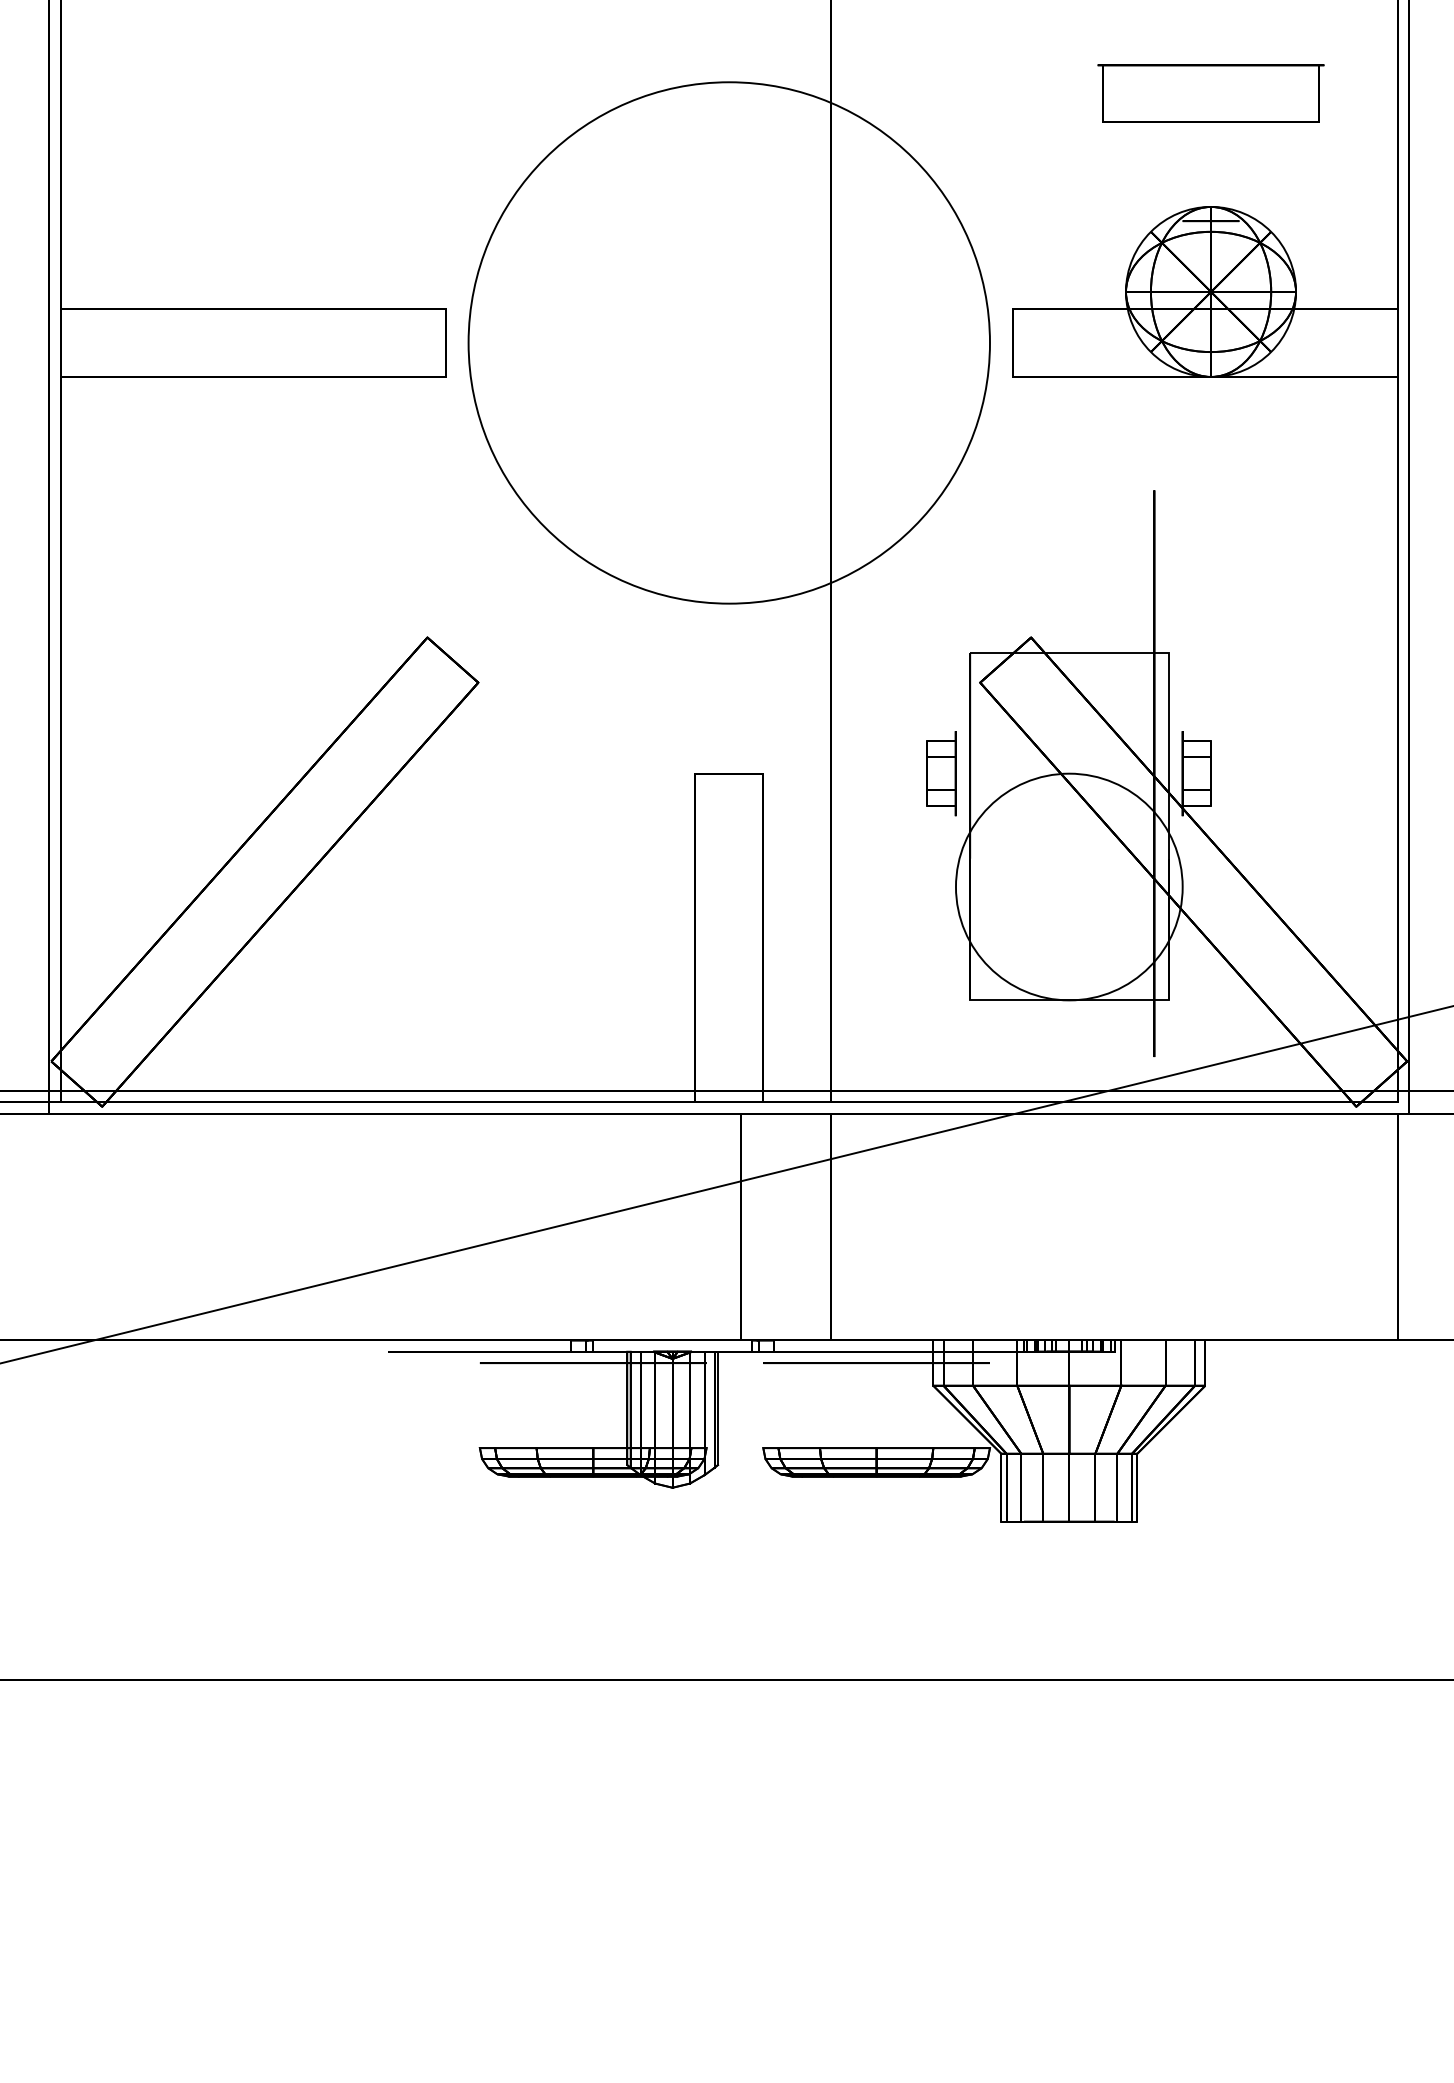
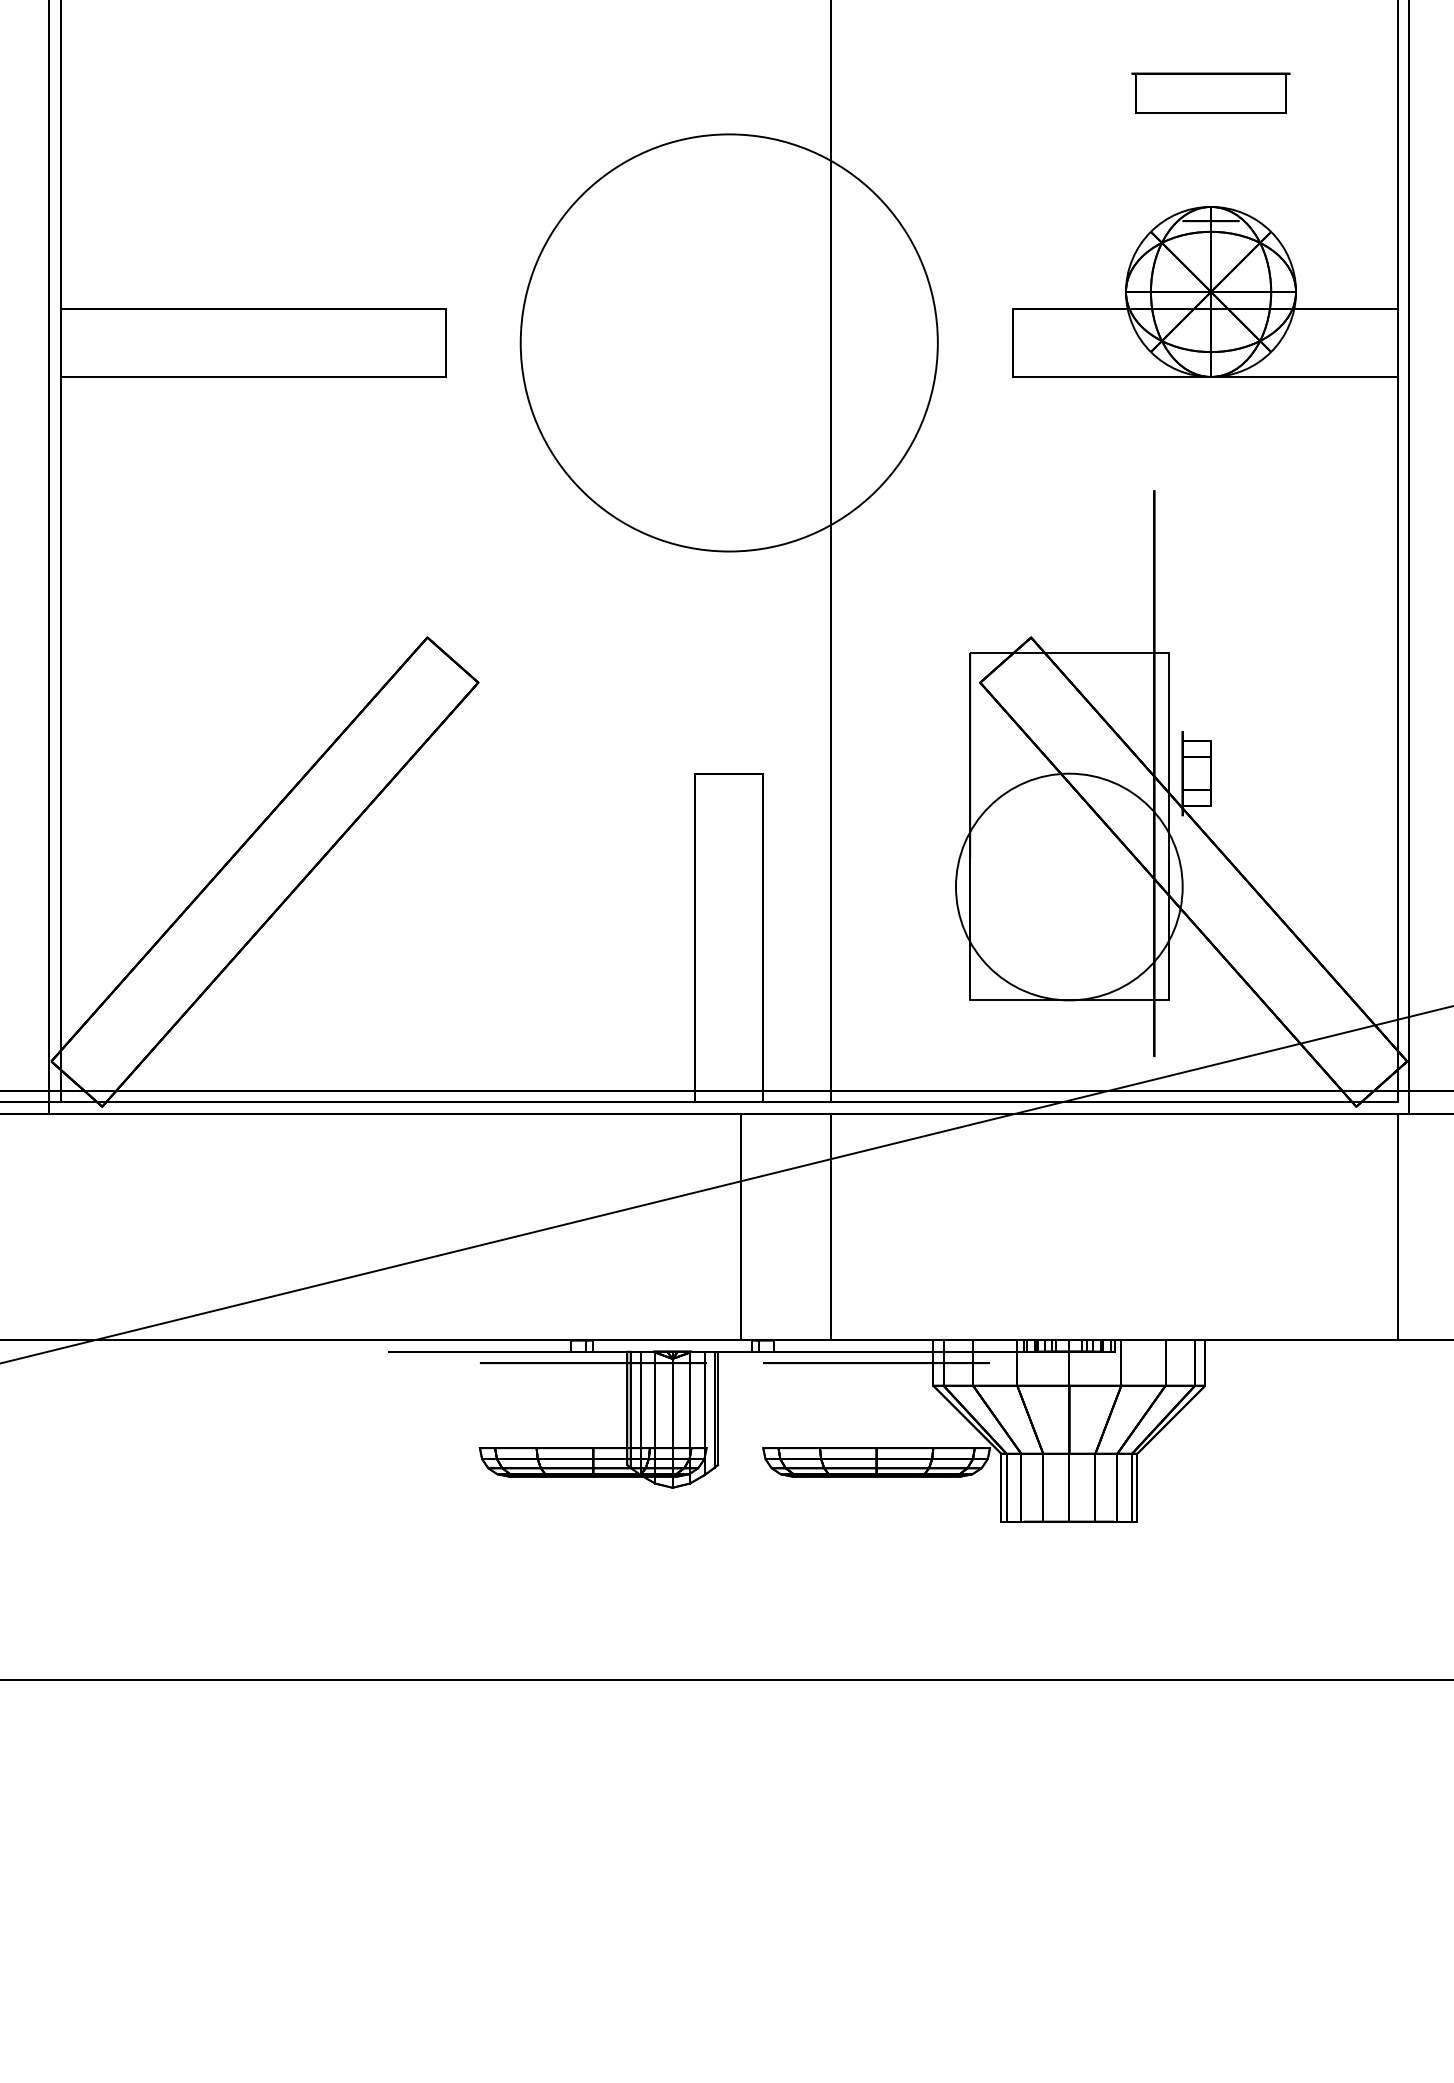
part at (1210, 93) size: 228x59 px -> 160x42 px
circle at (728, 342) diameter: 521 px -> 417 px
part at (941, 773): present -> none
